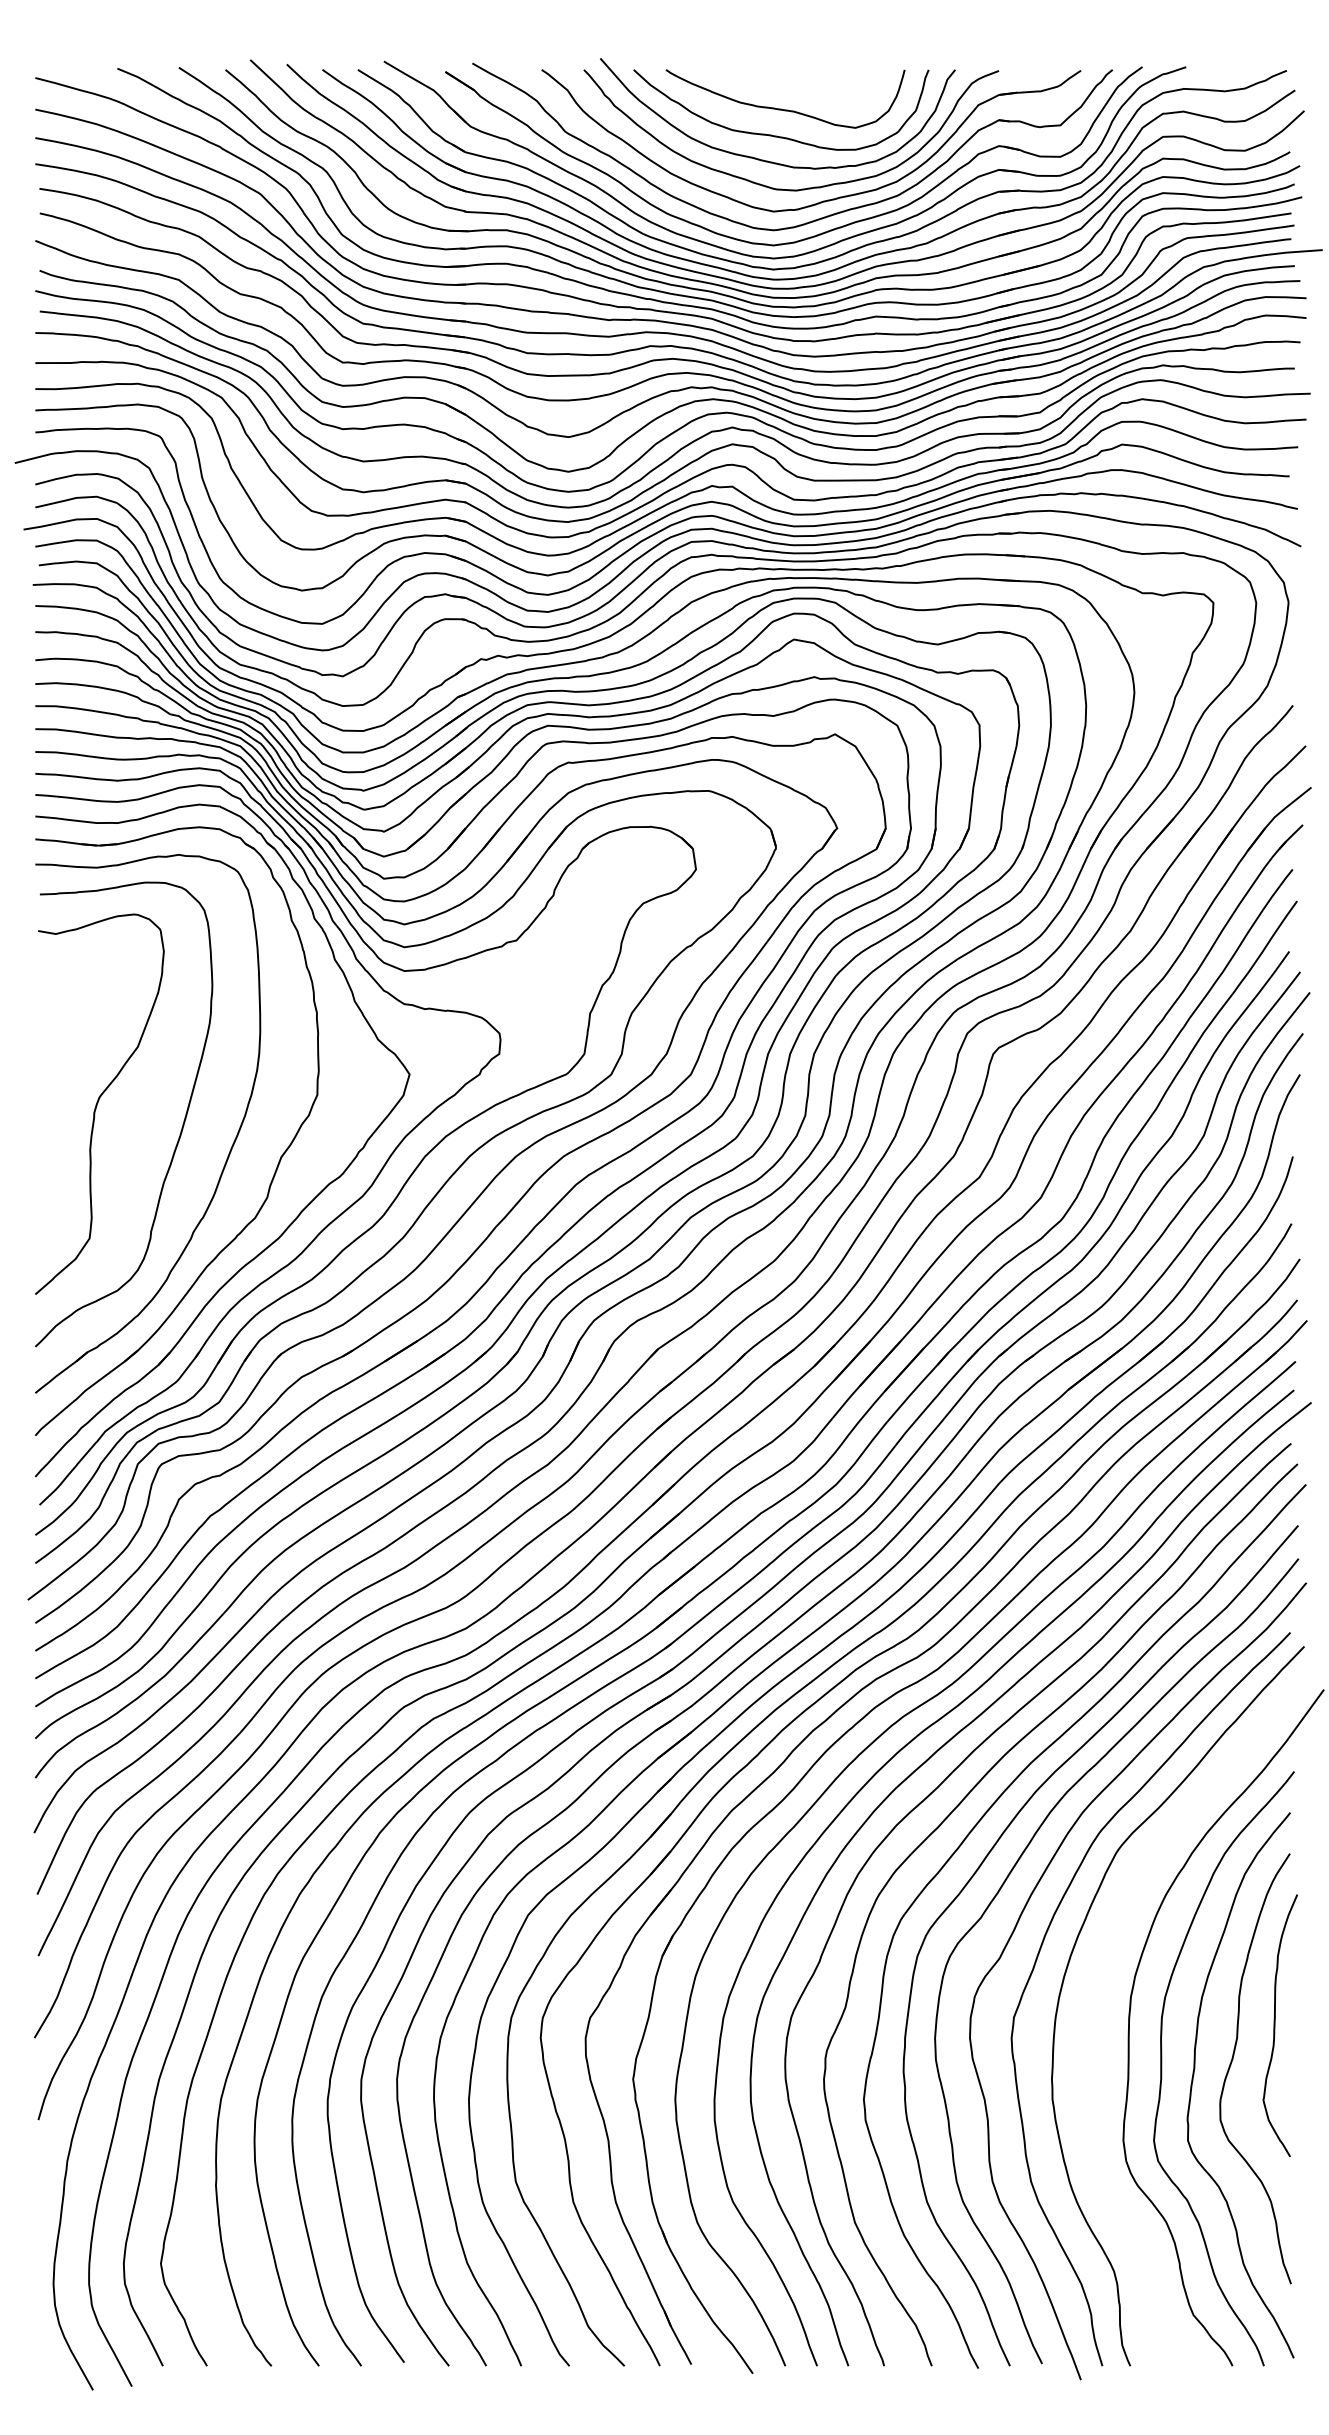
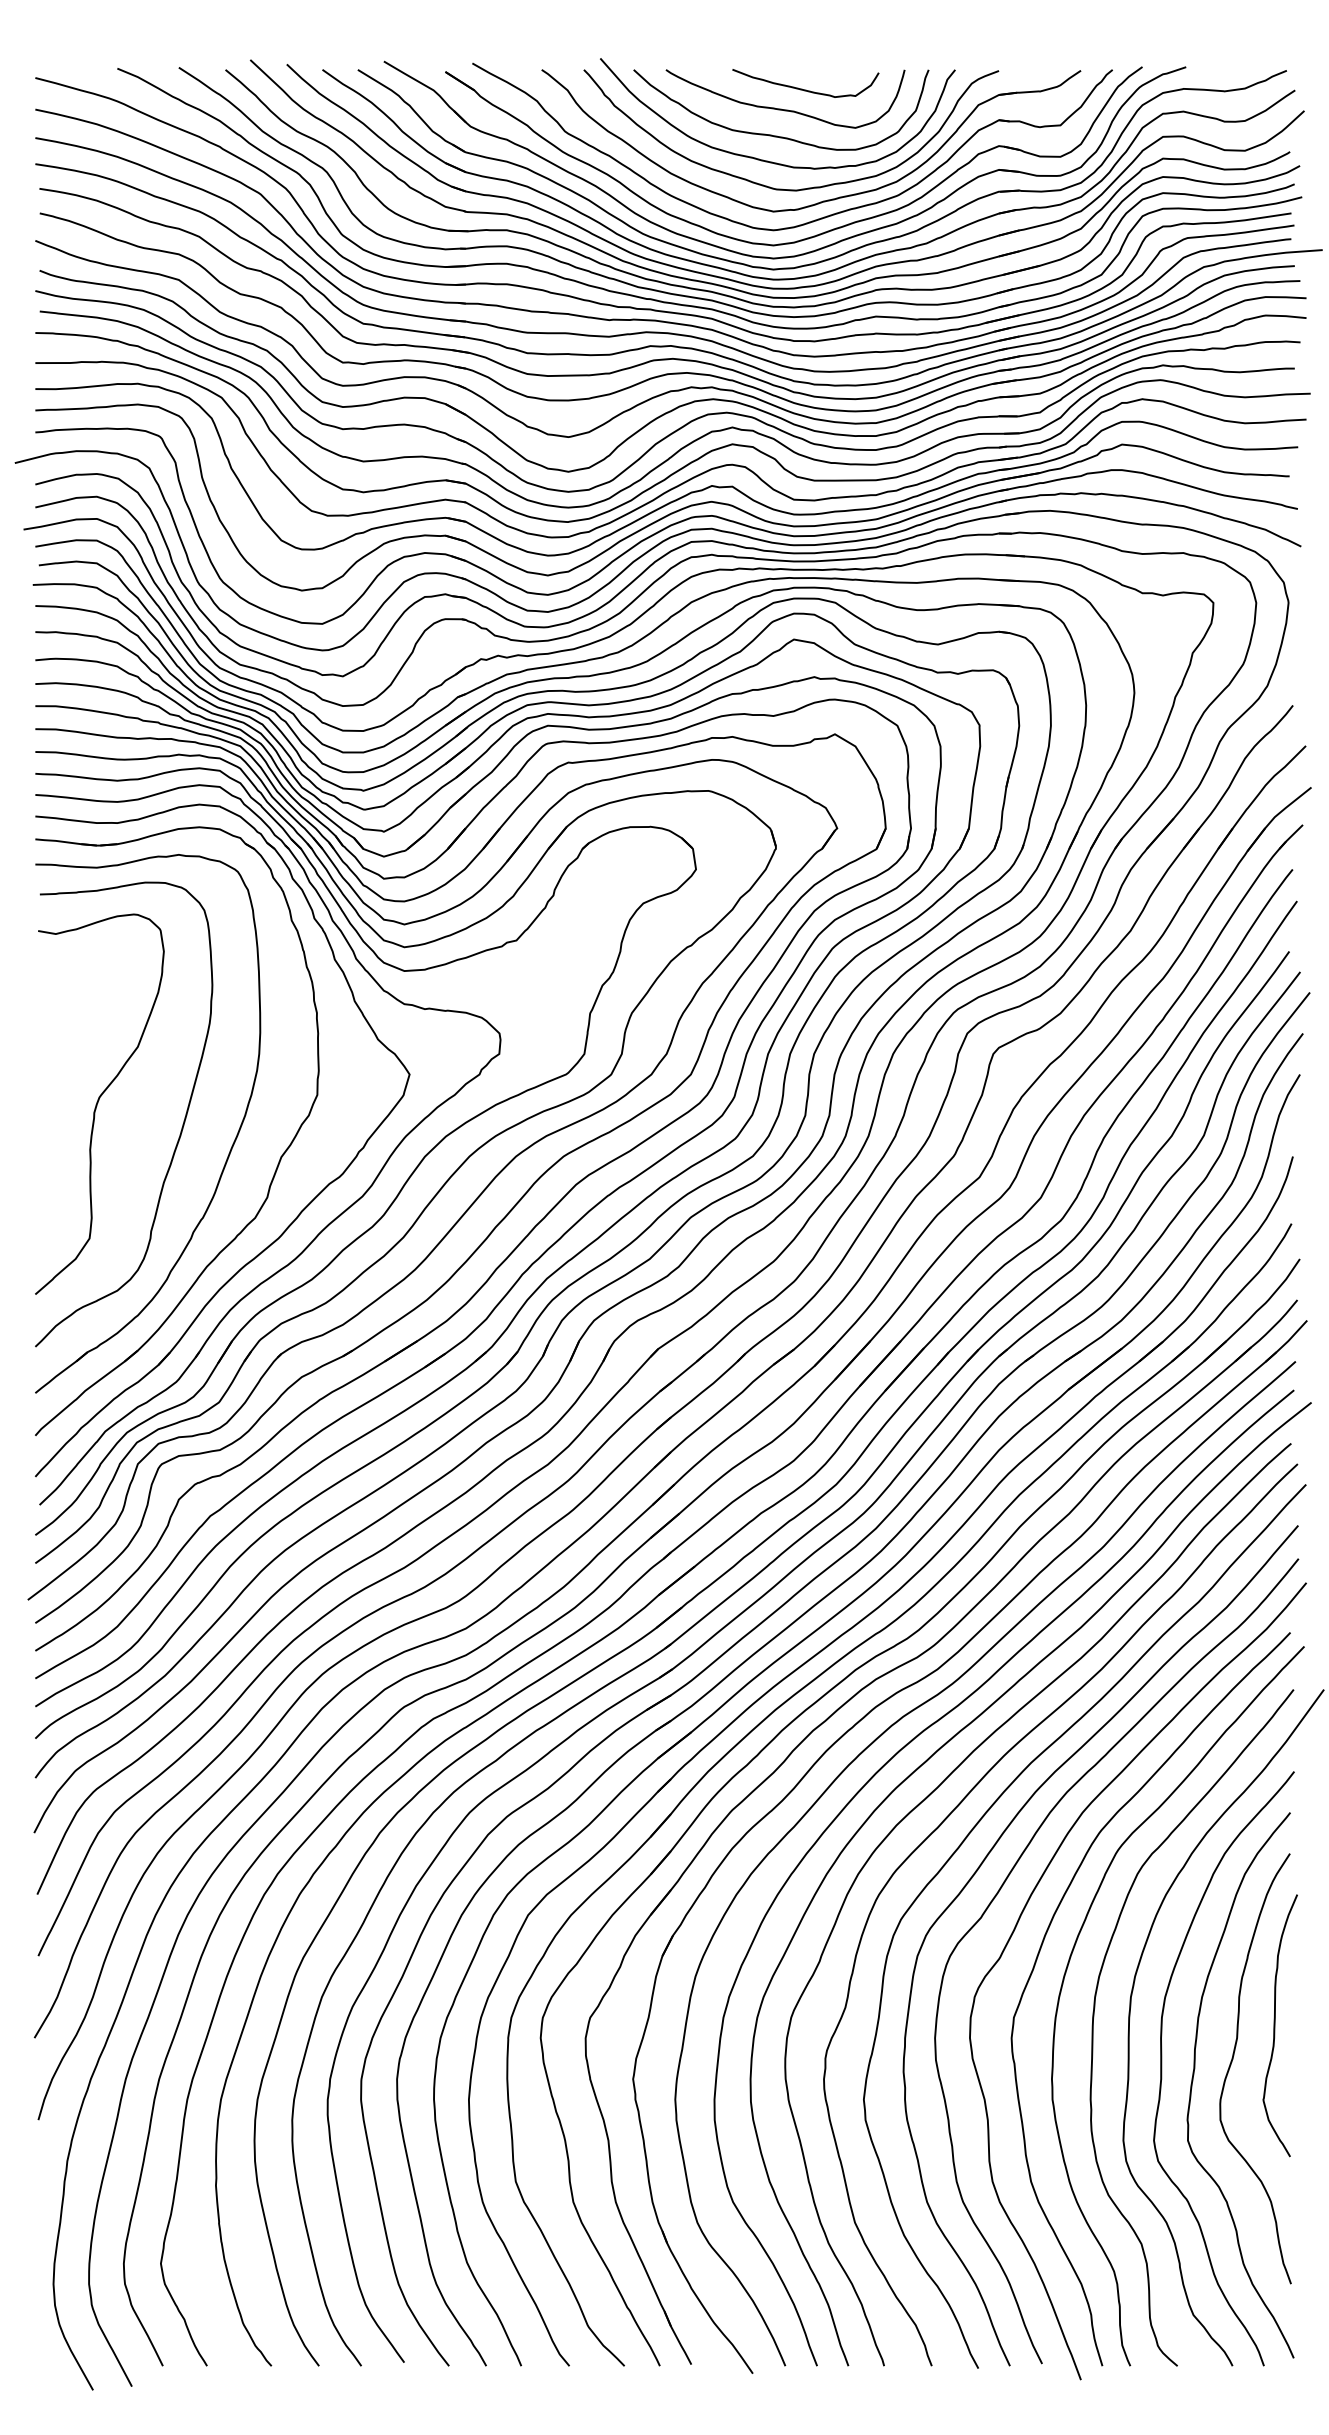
curve at (802, 88): none -> present
curve at (1094, 2017): none -> present
